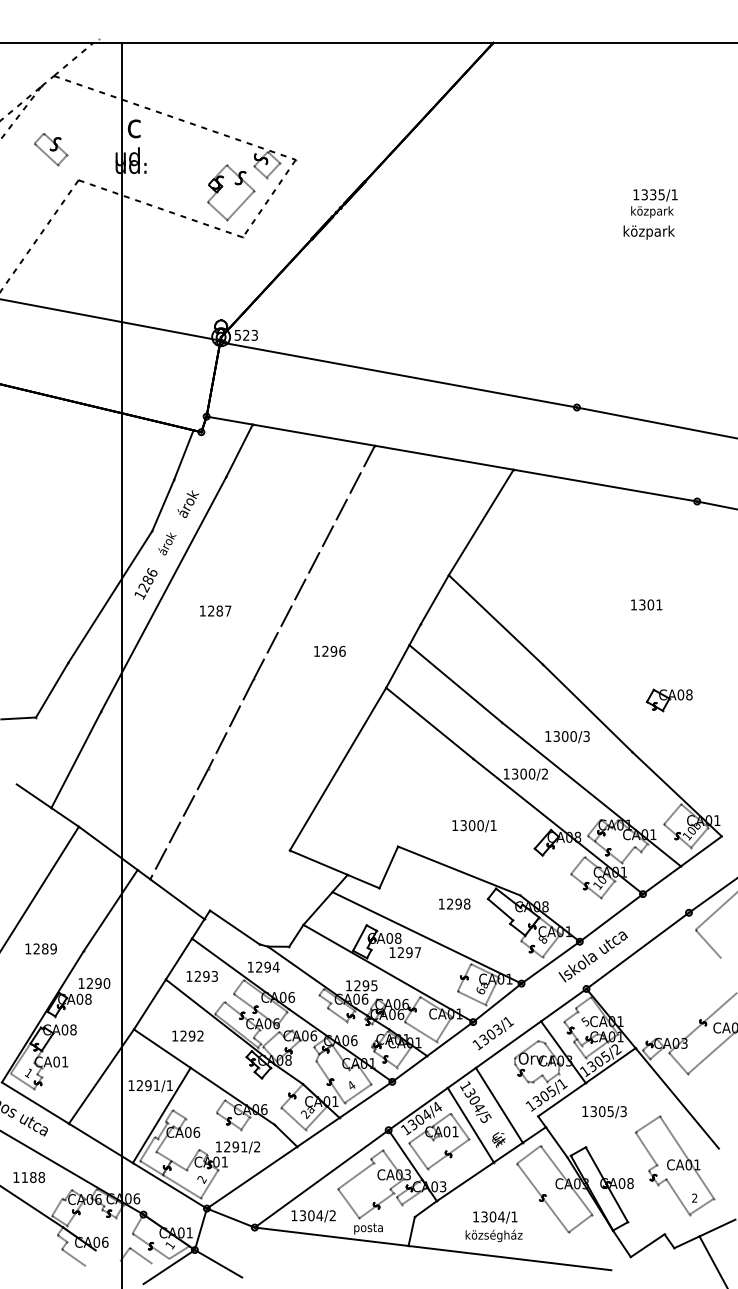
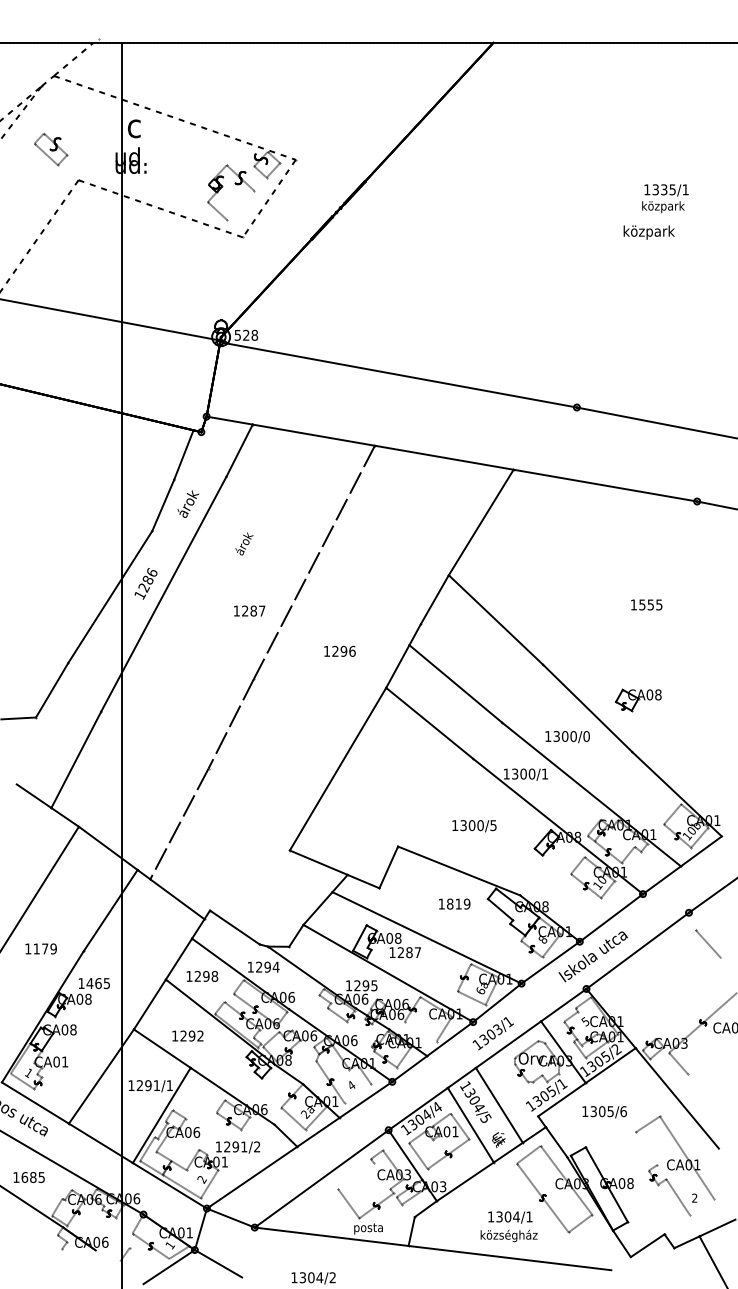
text at (654, 203) position: (654, 203) -> (665, 198)
line at (240, 205): present -> none
text at (254, 335): 523 -> 528
text at (167, 543) position: (167, 543) -> (244, 543)
text at (650, 604): 1301 -> 1555
text at (215, 610) position: (215, 610) -> (249, 610)
text at (329, 650) position: (329, 650) -> (339, 650)
part at (668, 700) position: (668, 700) -> (637, 700)
text at (586, 736): 1300/3 -> 1300/0
text at (544, 773): 1300/2 -> 1300/1
text at (493, 825): 1300/1 -> 1300/5
text at (458, 903): 1298 -> 1819
line at (714, 911): present -> none
text at (40, 948): 1289 -> 1179
text at (409, 952): 1297 -> 1287
text at (214, 976): 1293 -> 1298
text at (98, 983): 1290 -> 1465
line at (420, 1031): present -> none
line at (710, 1053): present -> none
line at (357, 1093): present -> none
text at (623, 1111): 1305/3 -> 1305/6
line at (646, 1148): present -> none
line at (355, 1176): present -> none
text at (33, 1177): 1188 -> 1685
line at (701, 1206): present -> none
text at (313, 1216) position: (313, 1216) -> (313, 1278)
text at (493, 1226) position: (493, 1226) -> (508, 1226)
line at (140, 1255): present -> none
line at (73, 1257): present -> none
